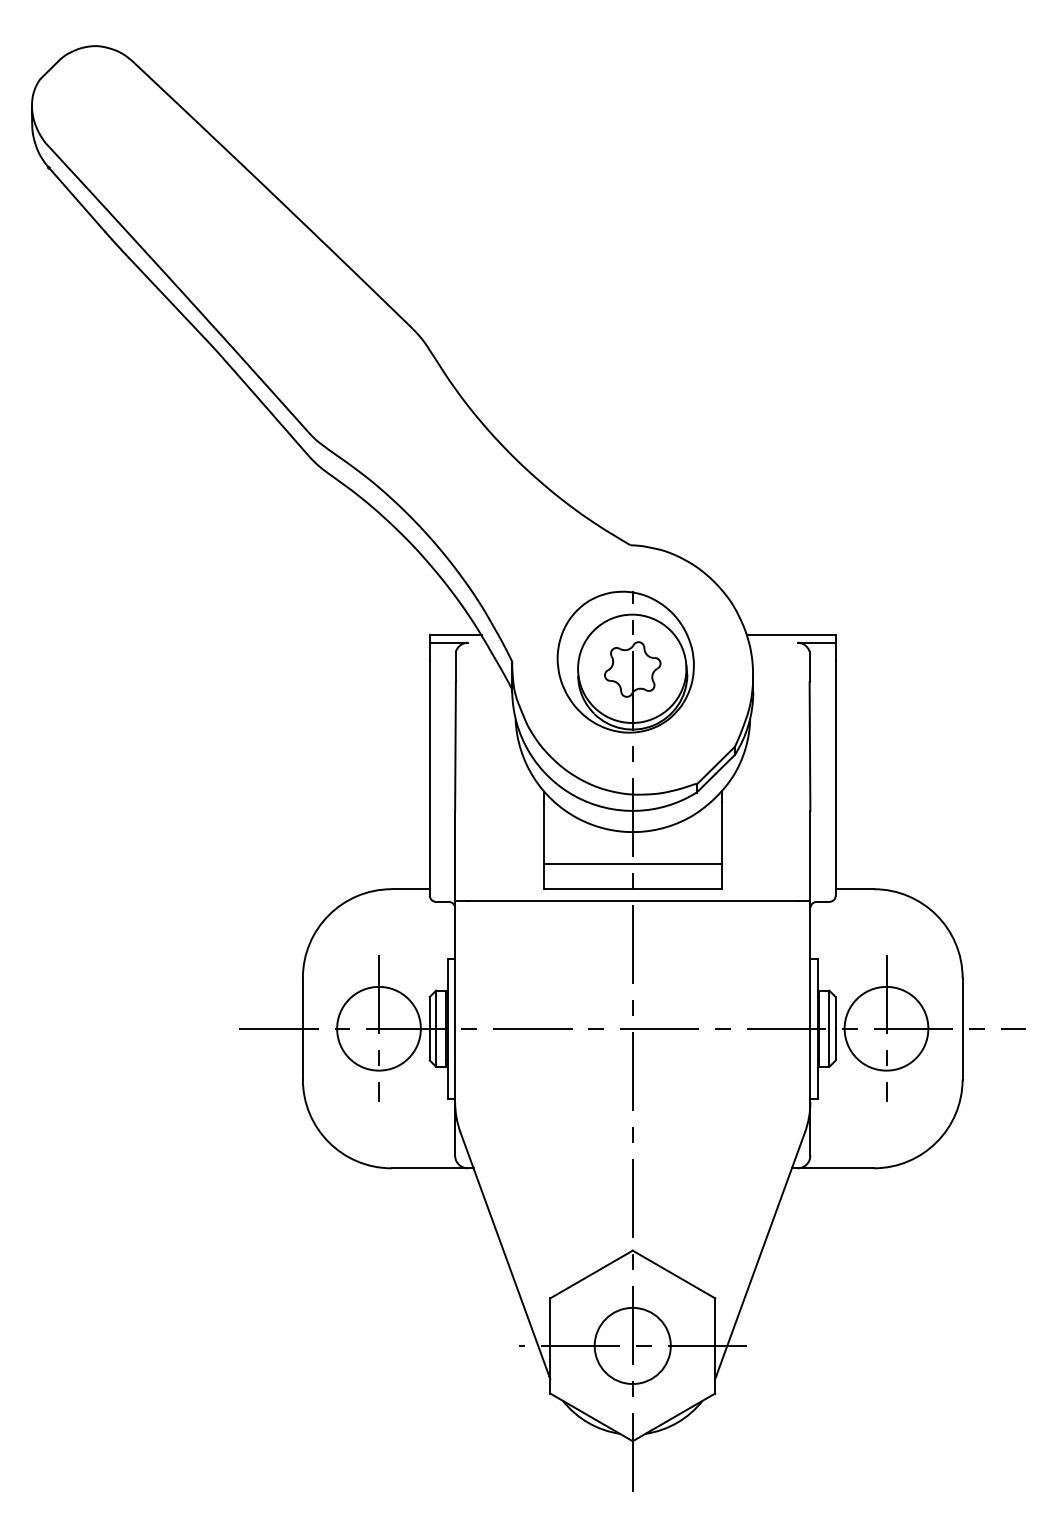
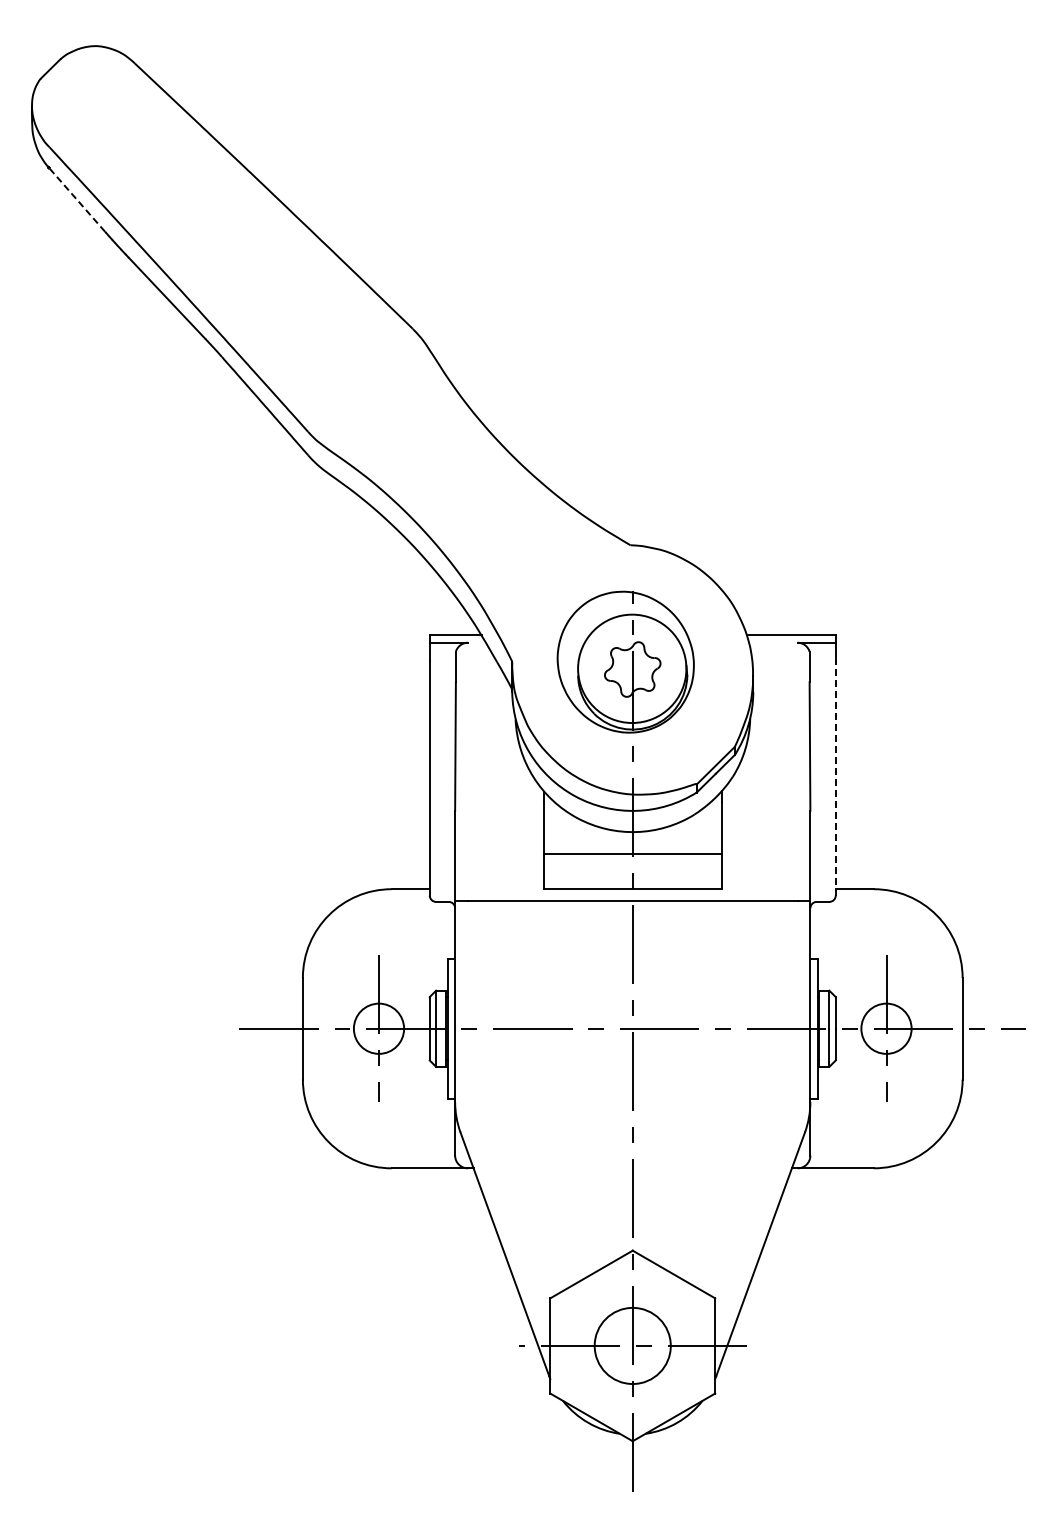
line at (77, 199): solid -> dashed
line at (835, 777): solid -> dashed
line at (632, 863) position: (632, 863) -> (632, 853)
circle at (378, 1028) diameter: 84 px -> 50 px
circle at (886, 1028) diameter: 84 px -> 50 px
